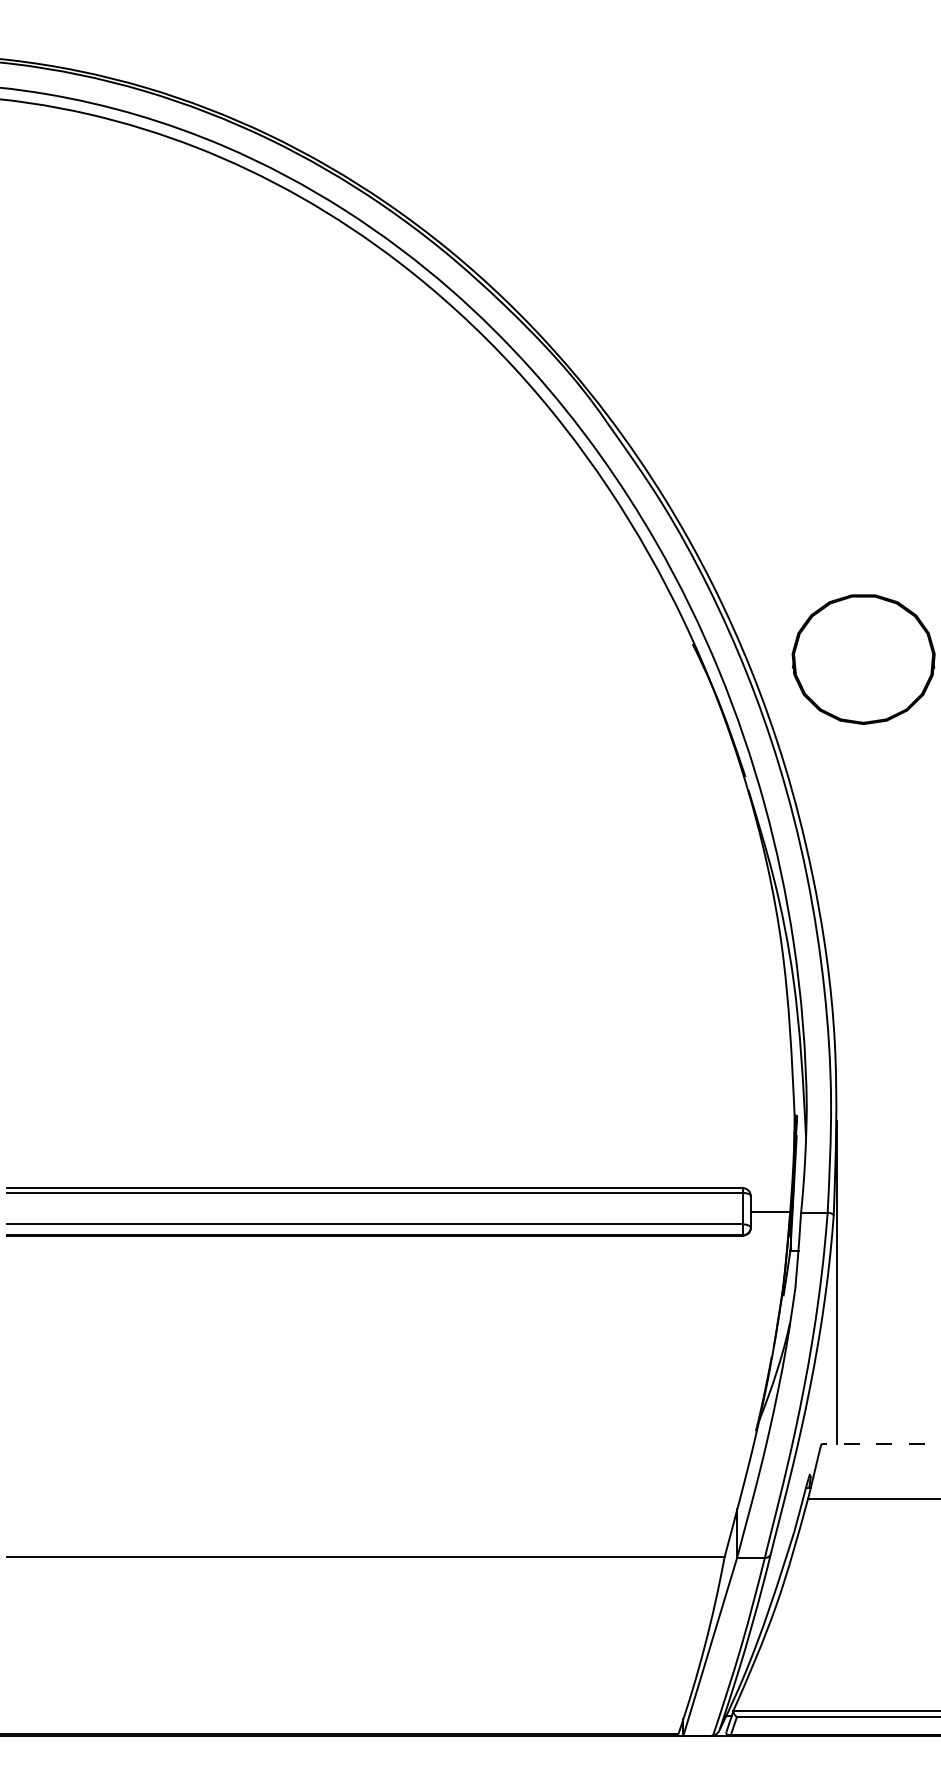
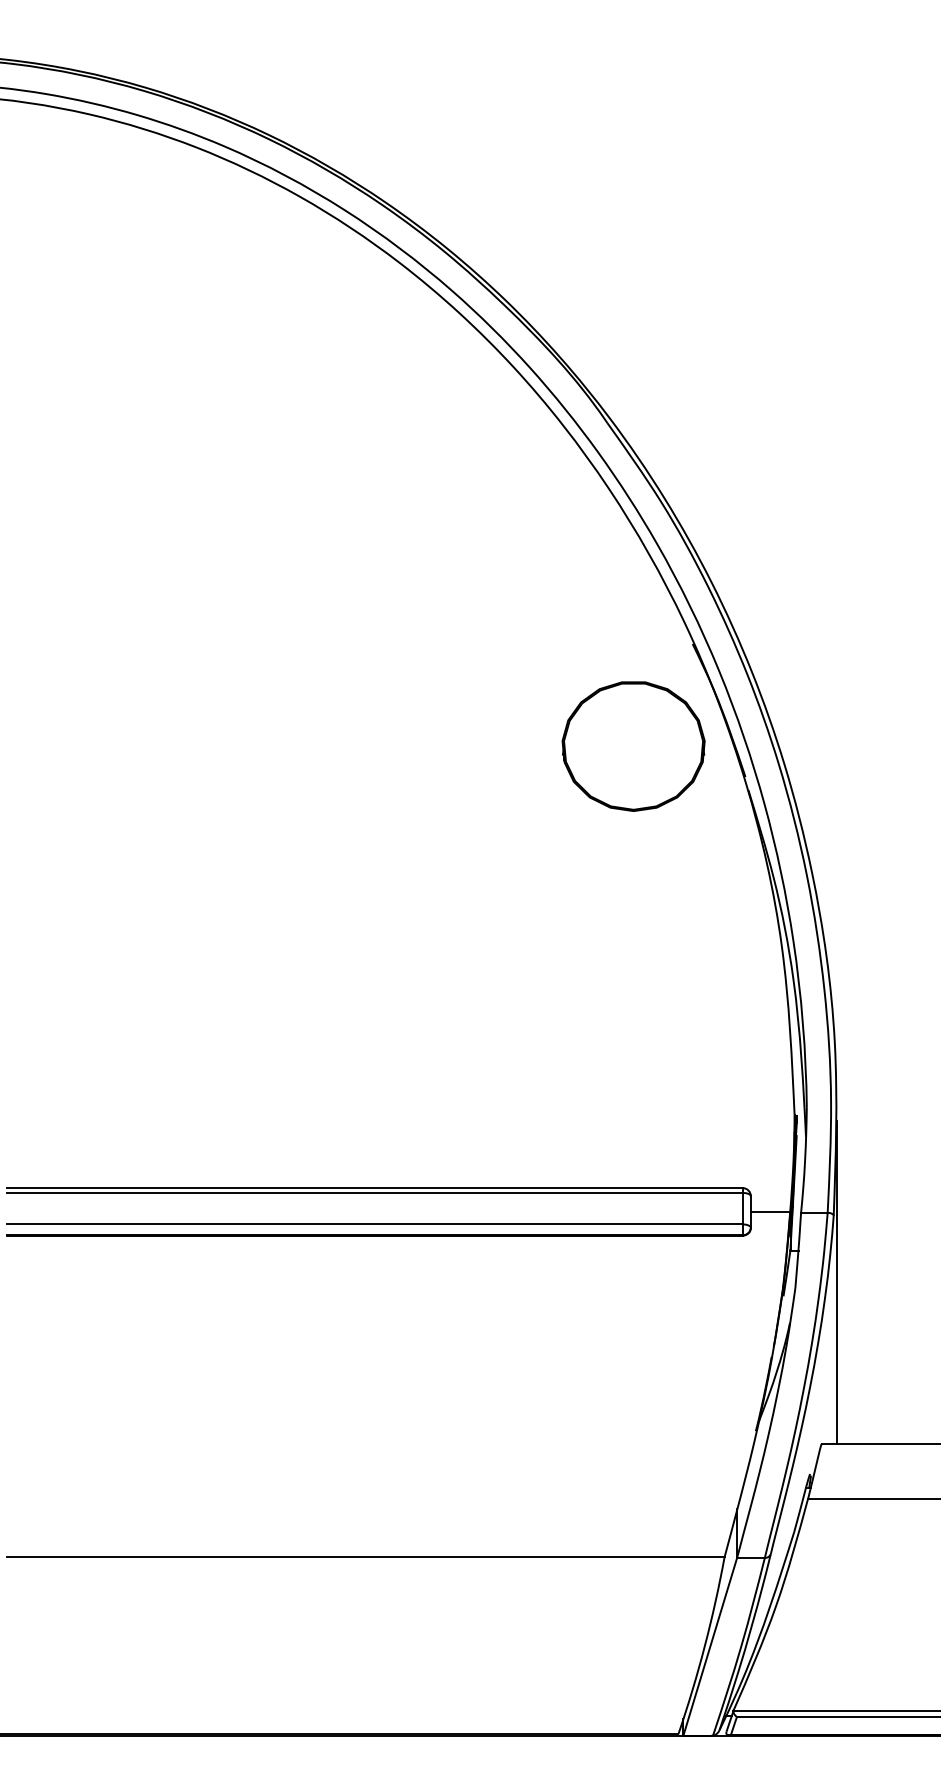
part at (863, 659) position: (863, 659) -> (633, 746)
line at (880, 1444): dashed -> solid
